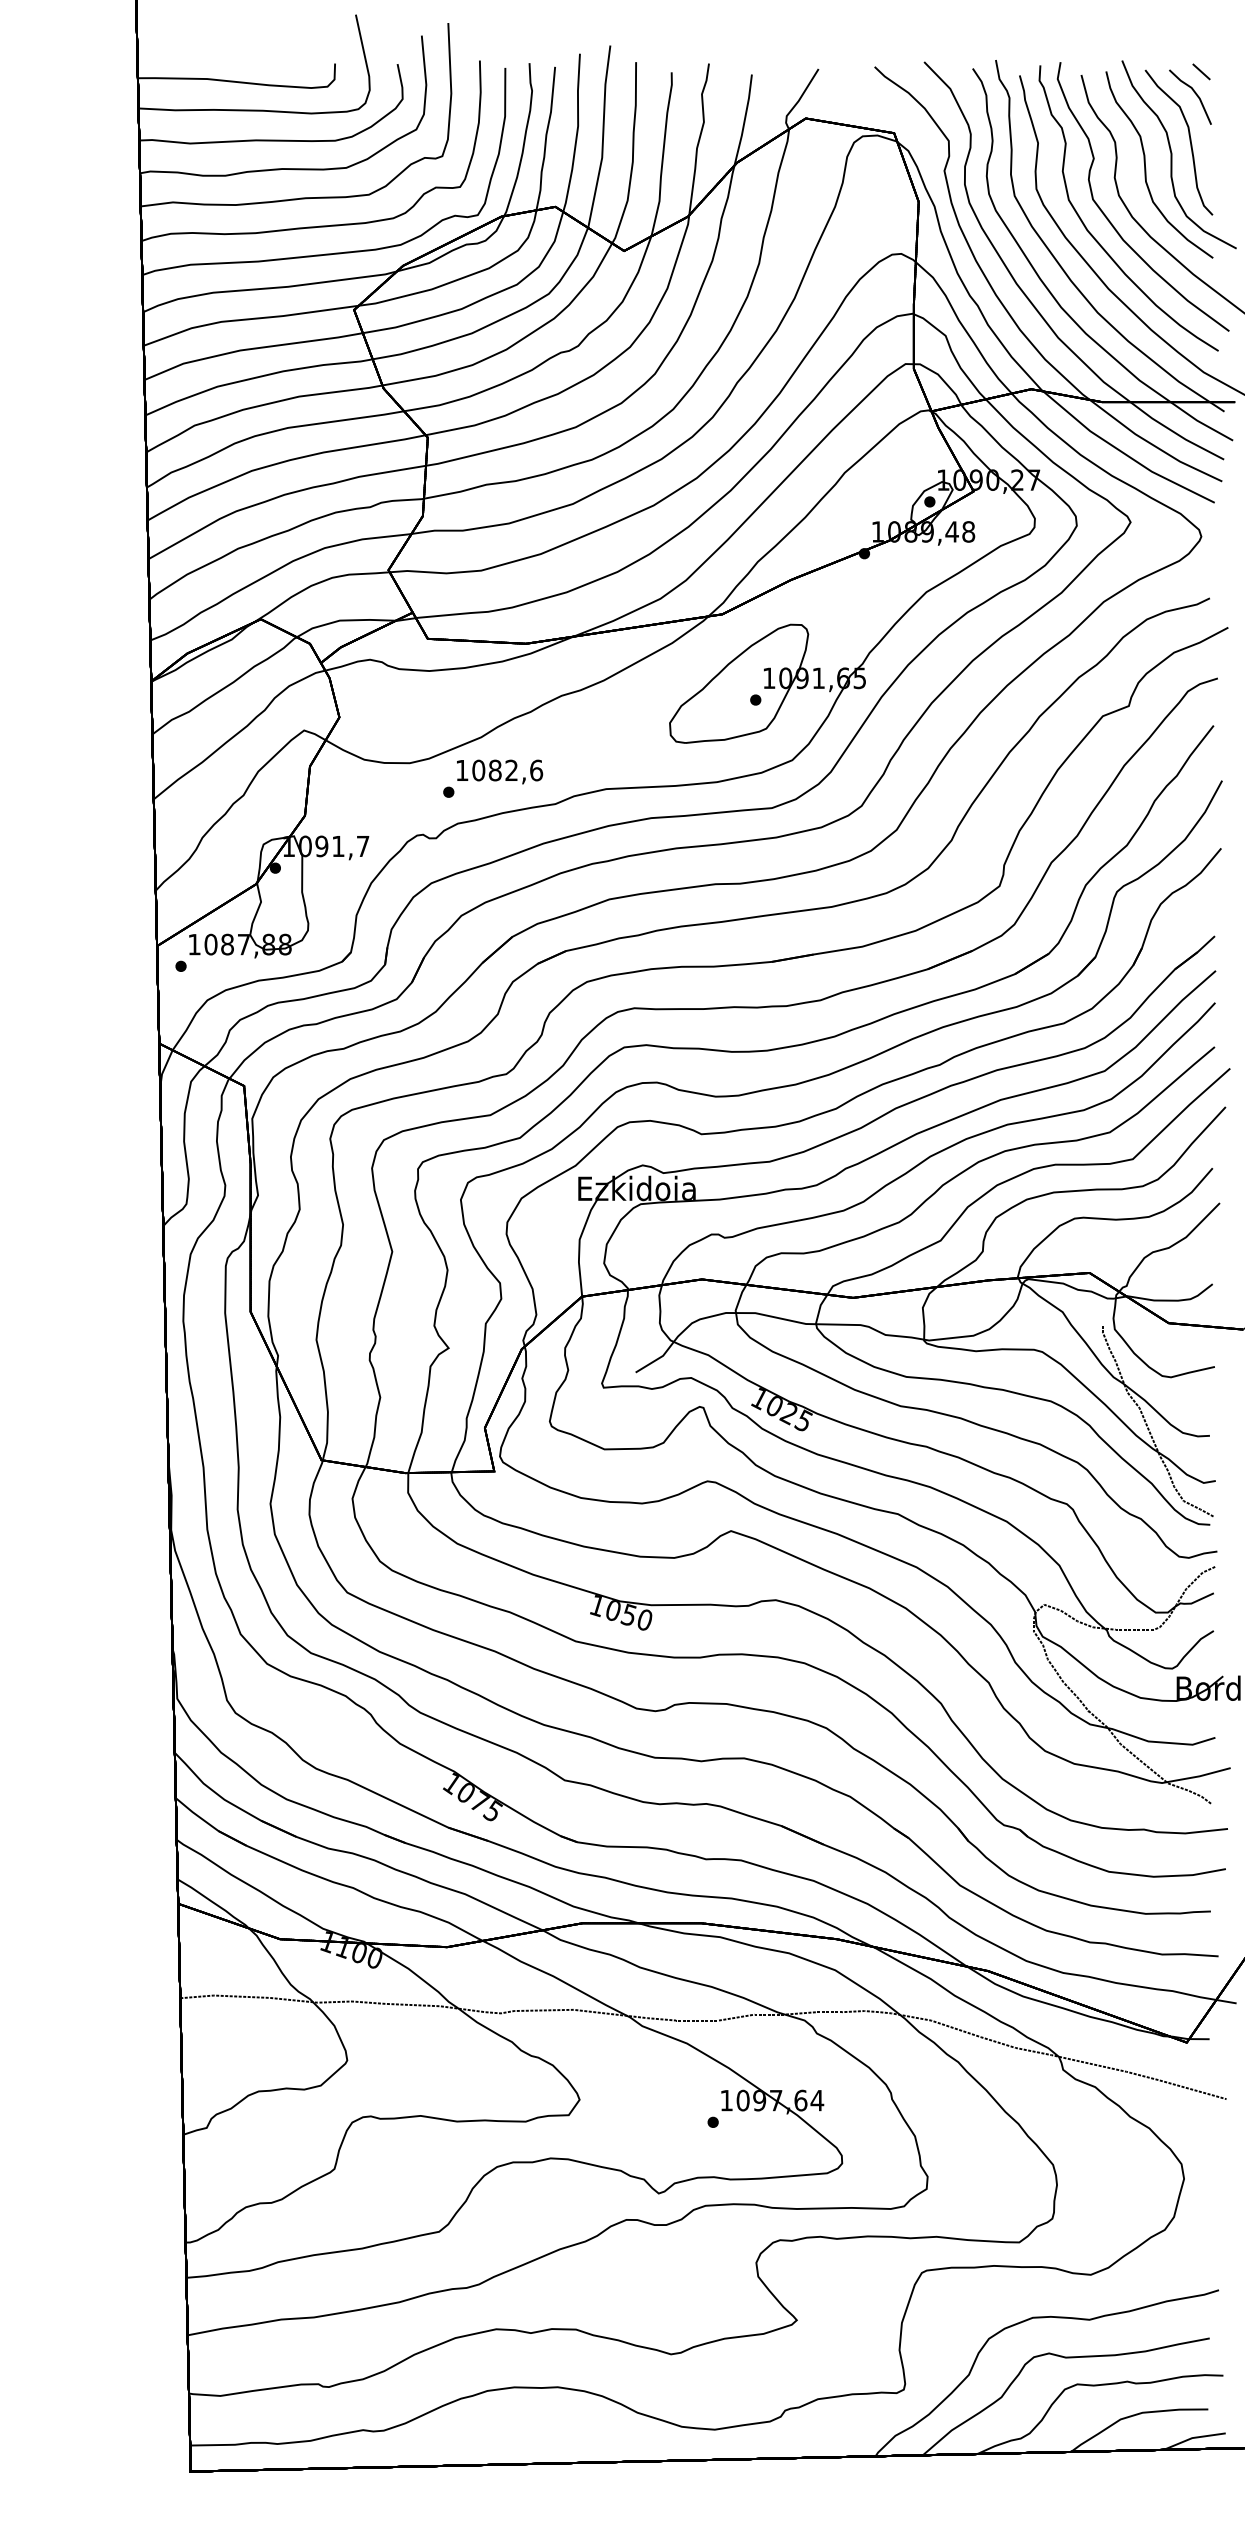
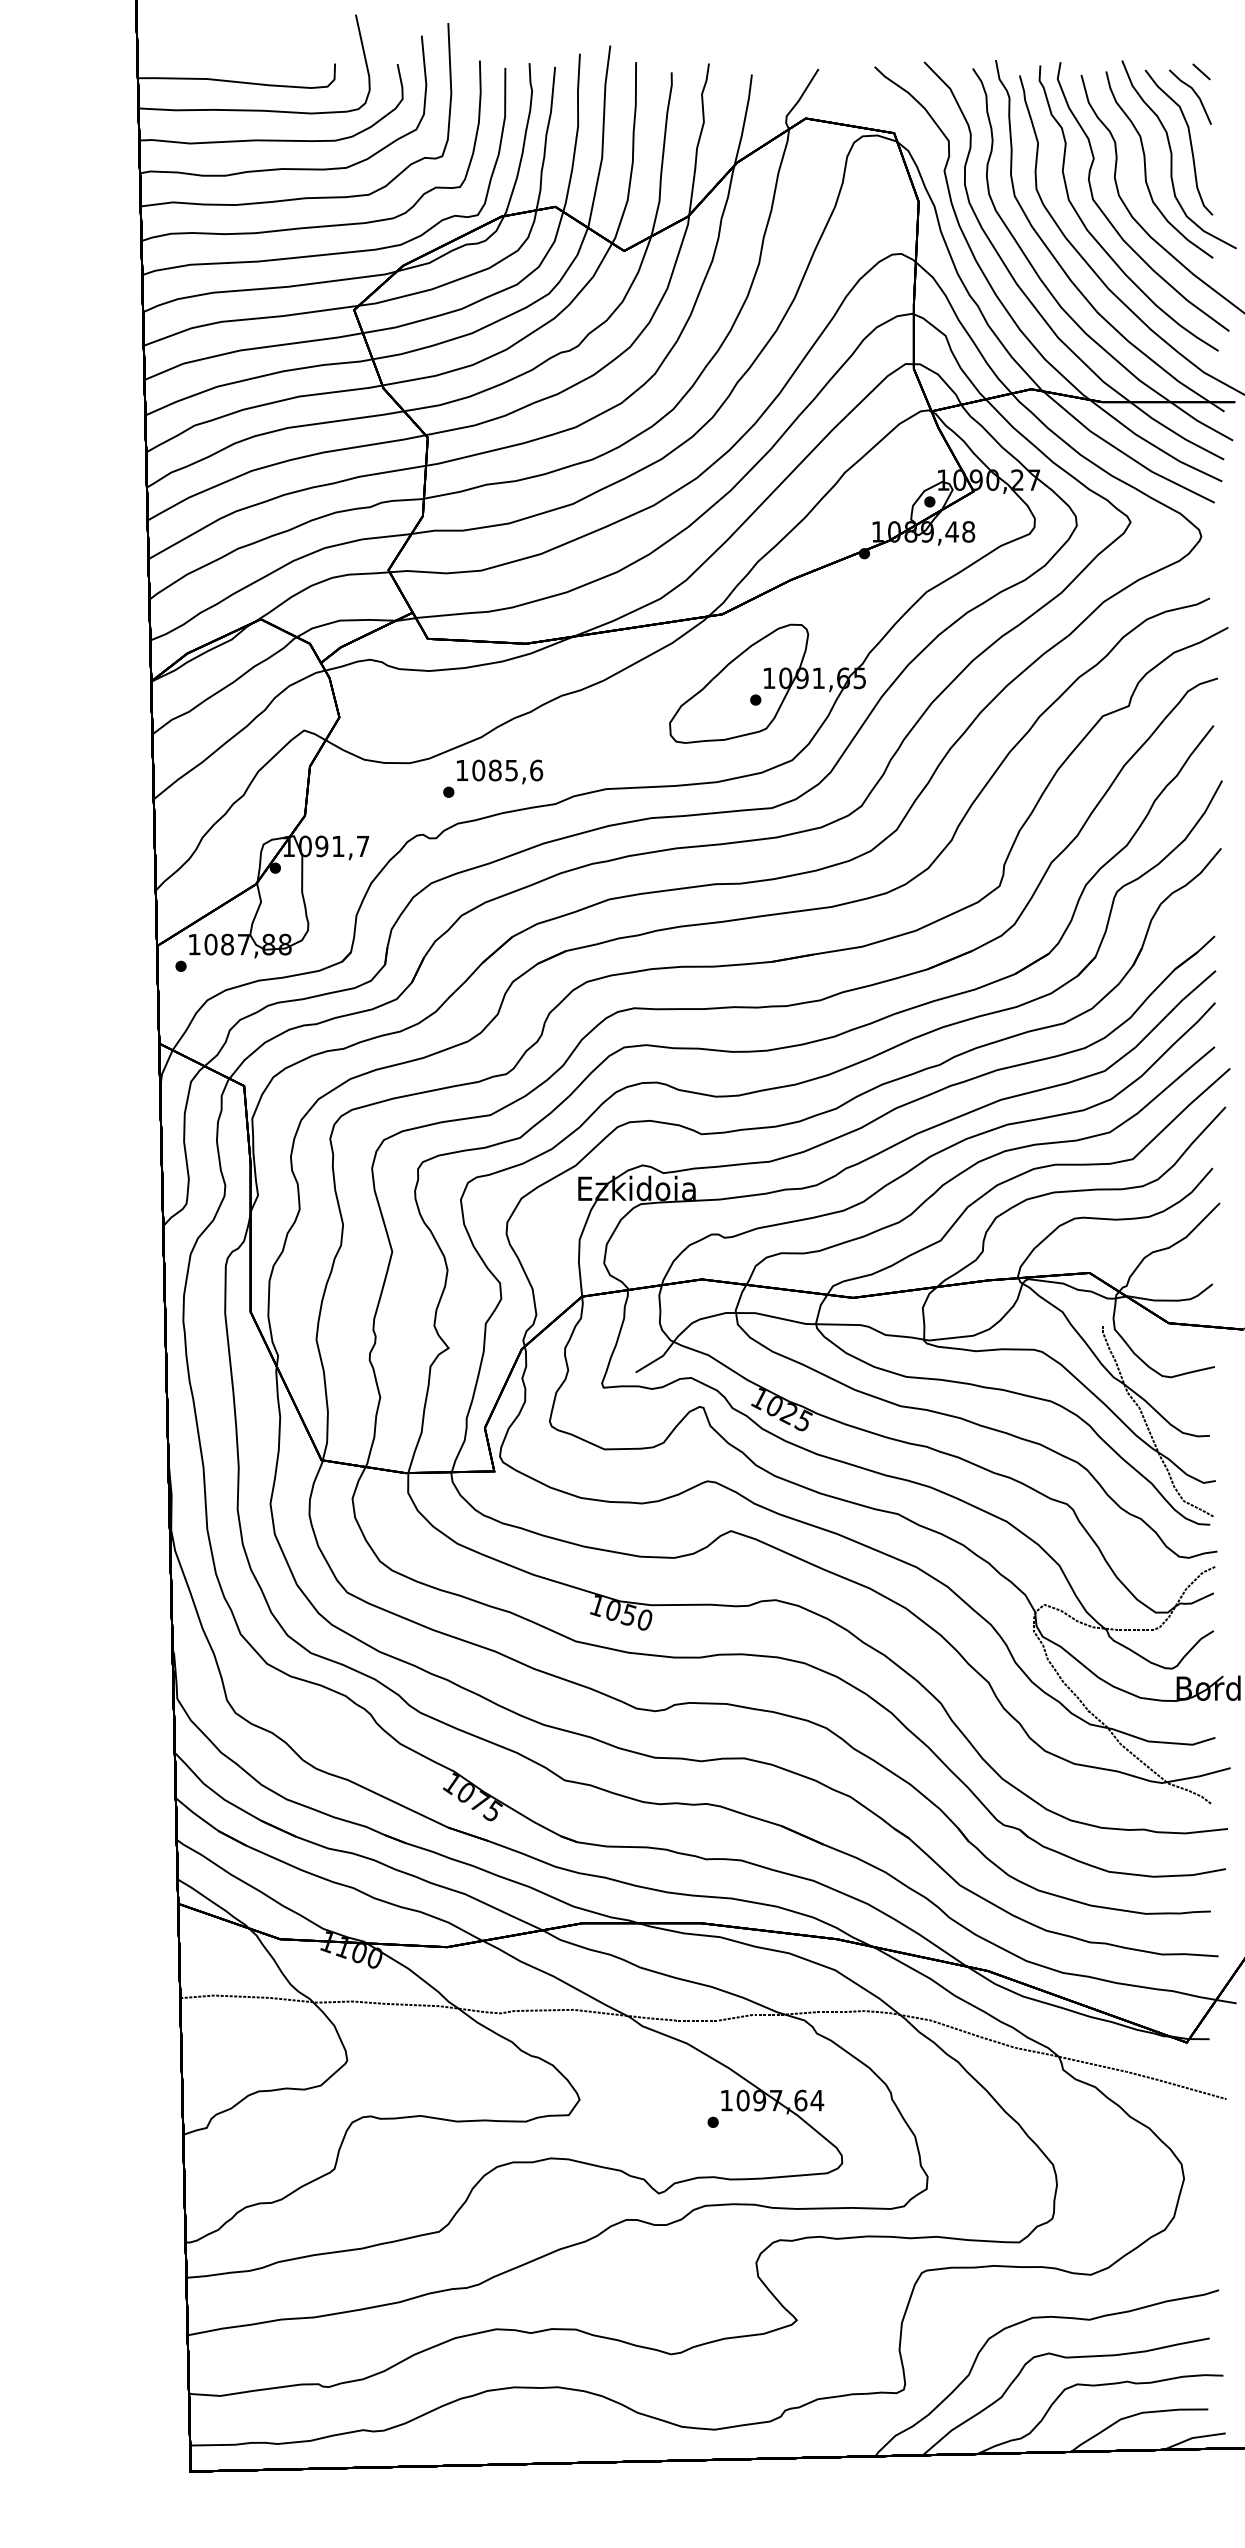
text at (511, 770): 1082,6 -> 1085,6
